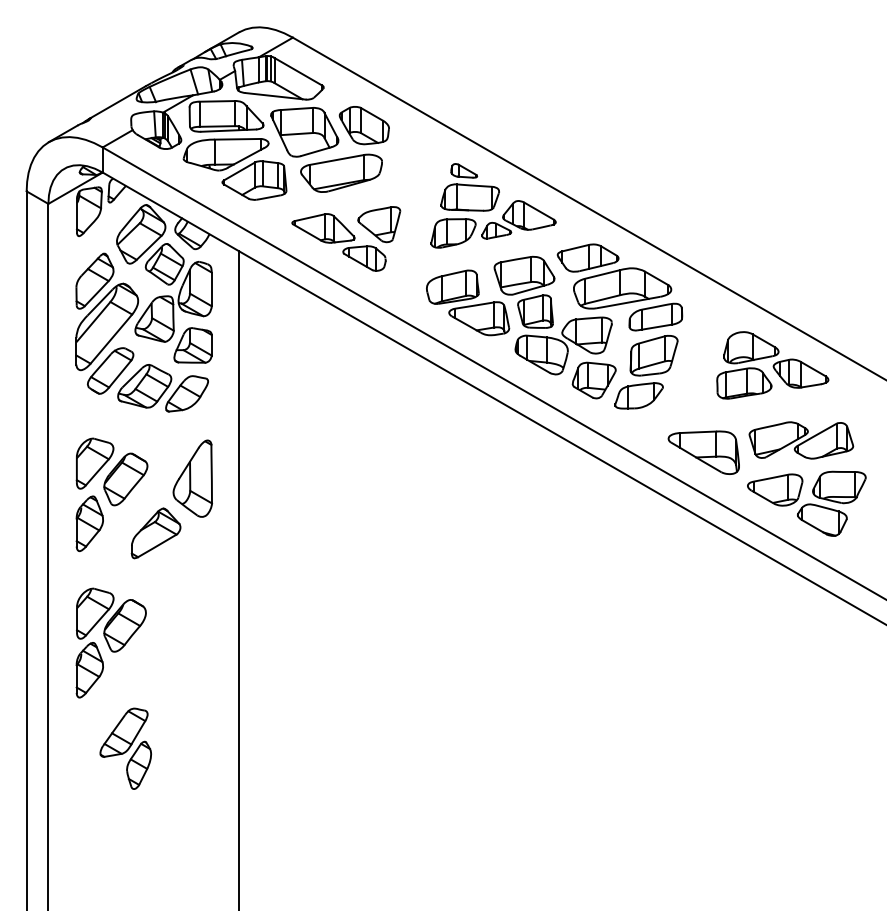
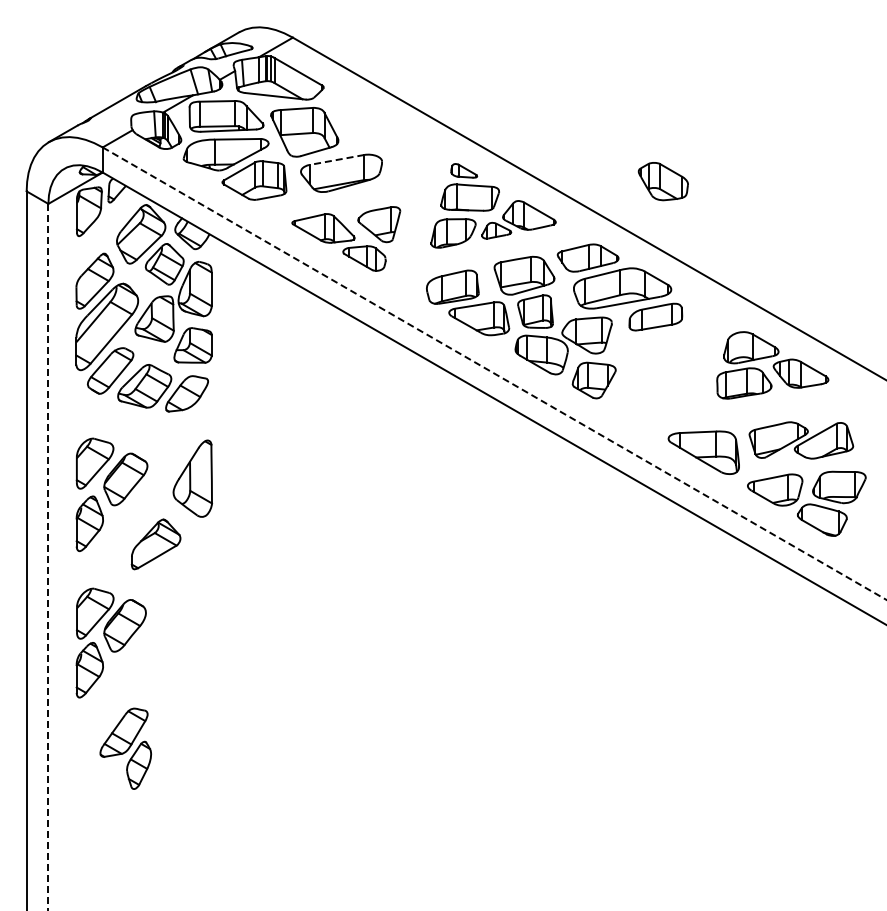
part at (363, 125) position: (363, 125) -> (662, 181)
line at (336, 159): solid -> dashed
part at (646, 372): present -> none
line at (494, 373): solid -> dashed
part at (155, 533) position: (155, 533) -> (155, 544)
line at (48, 556): solid -> dashed
line at (238, 578): present -> none
